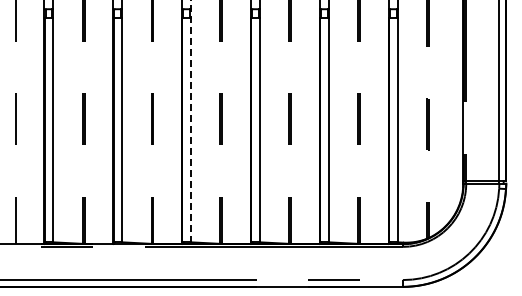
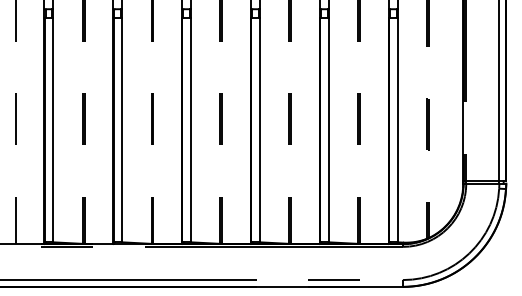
line at (191, 121): dashed -> solid
